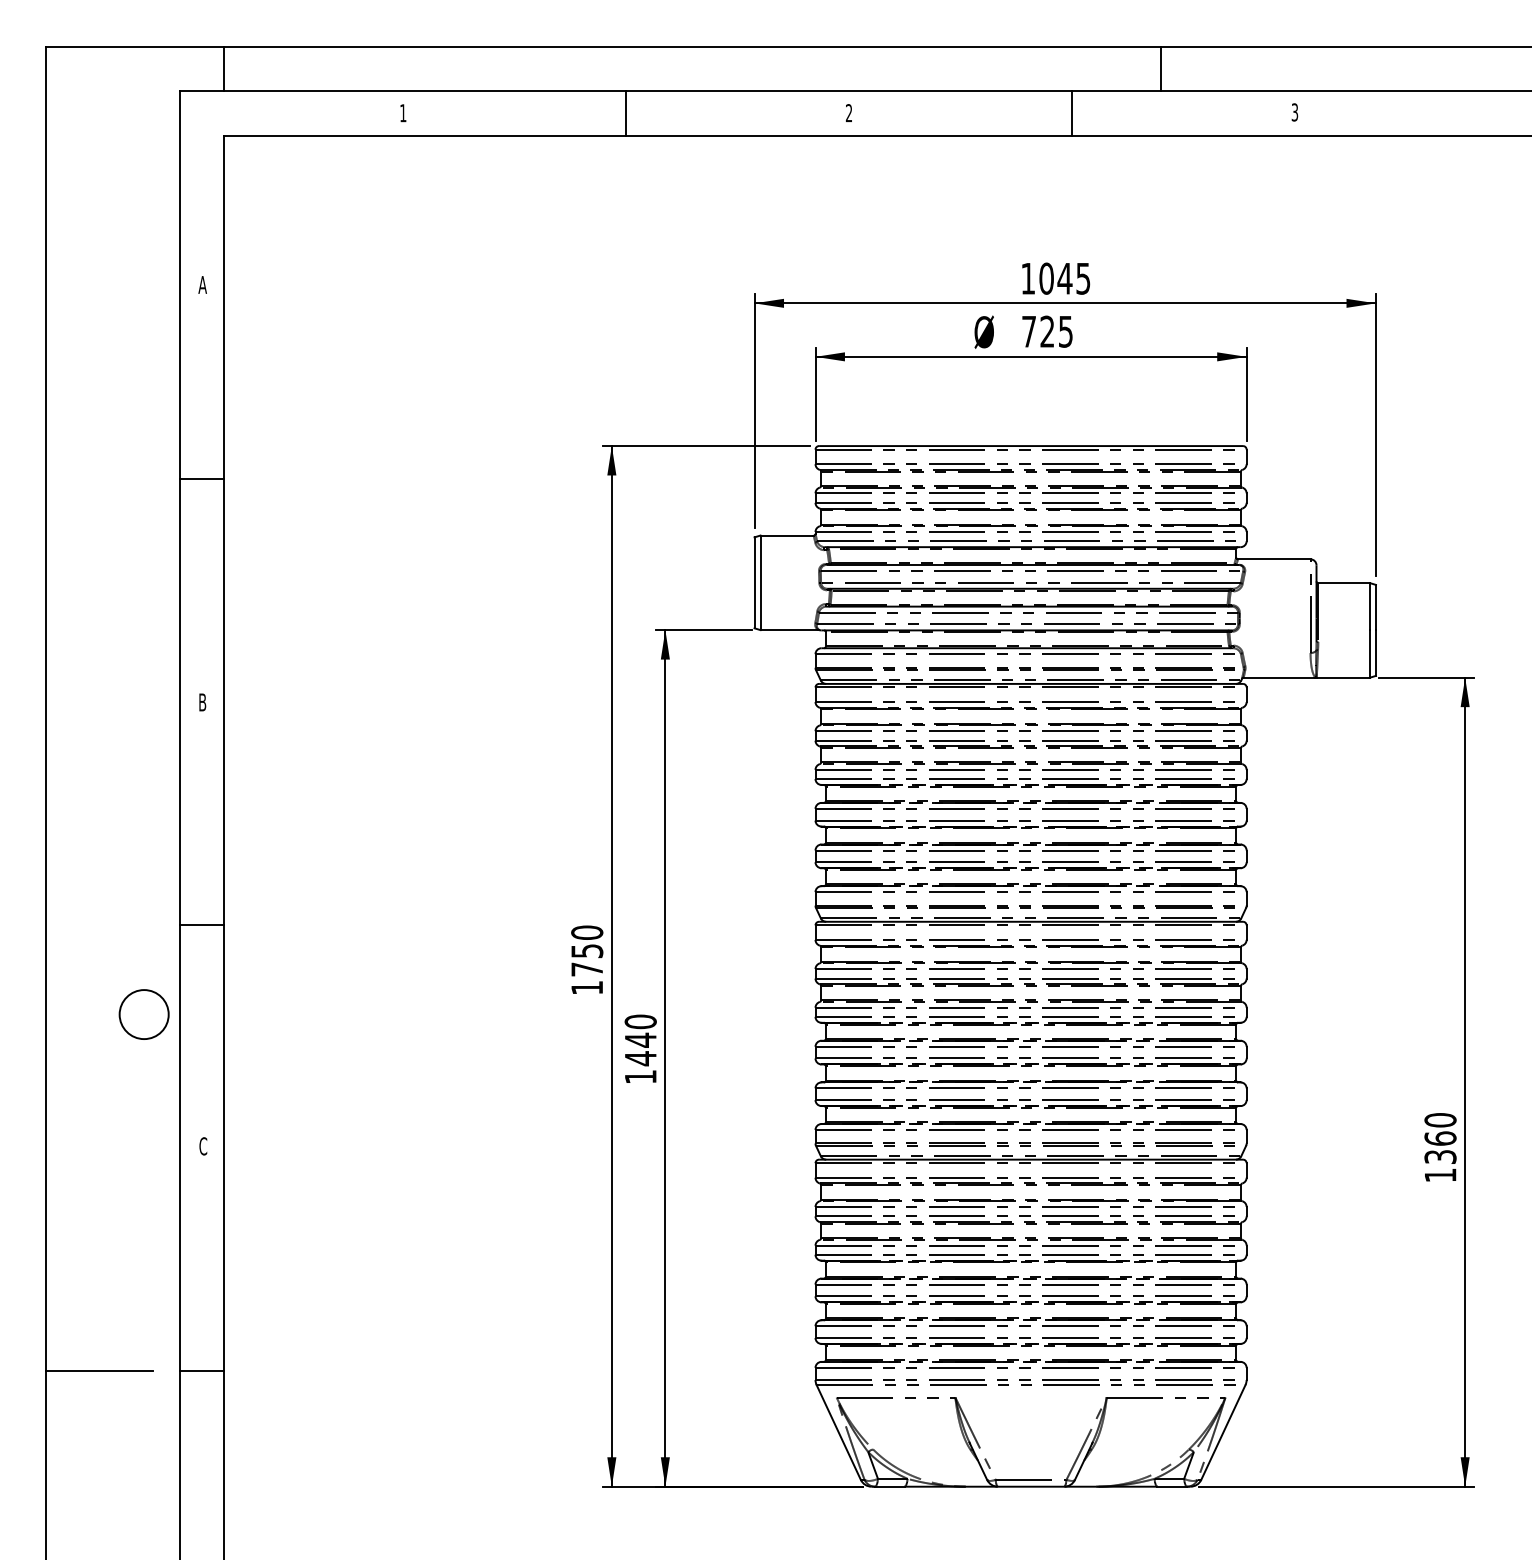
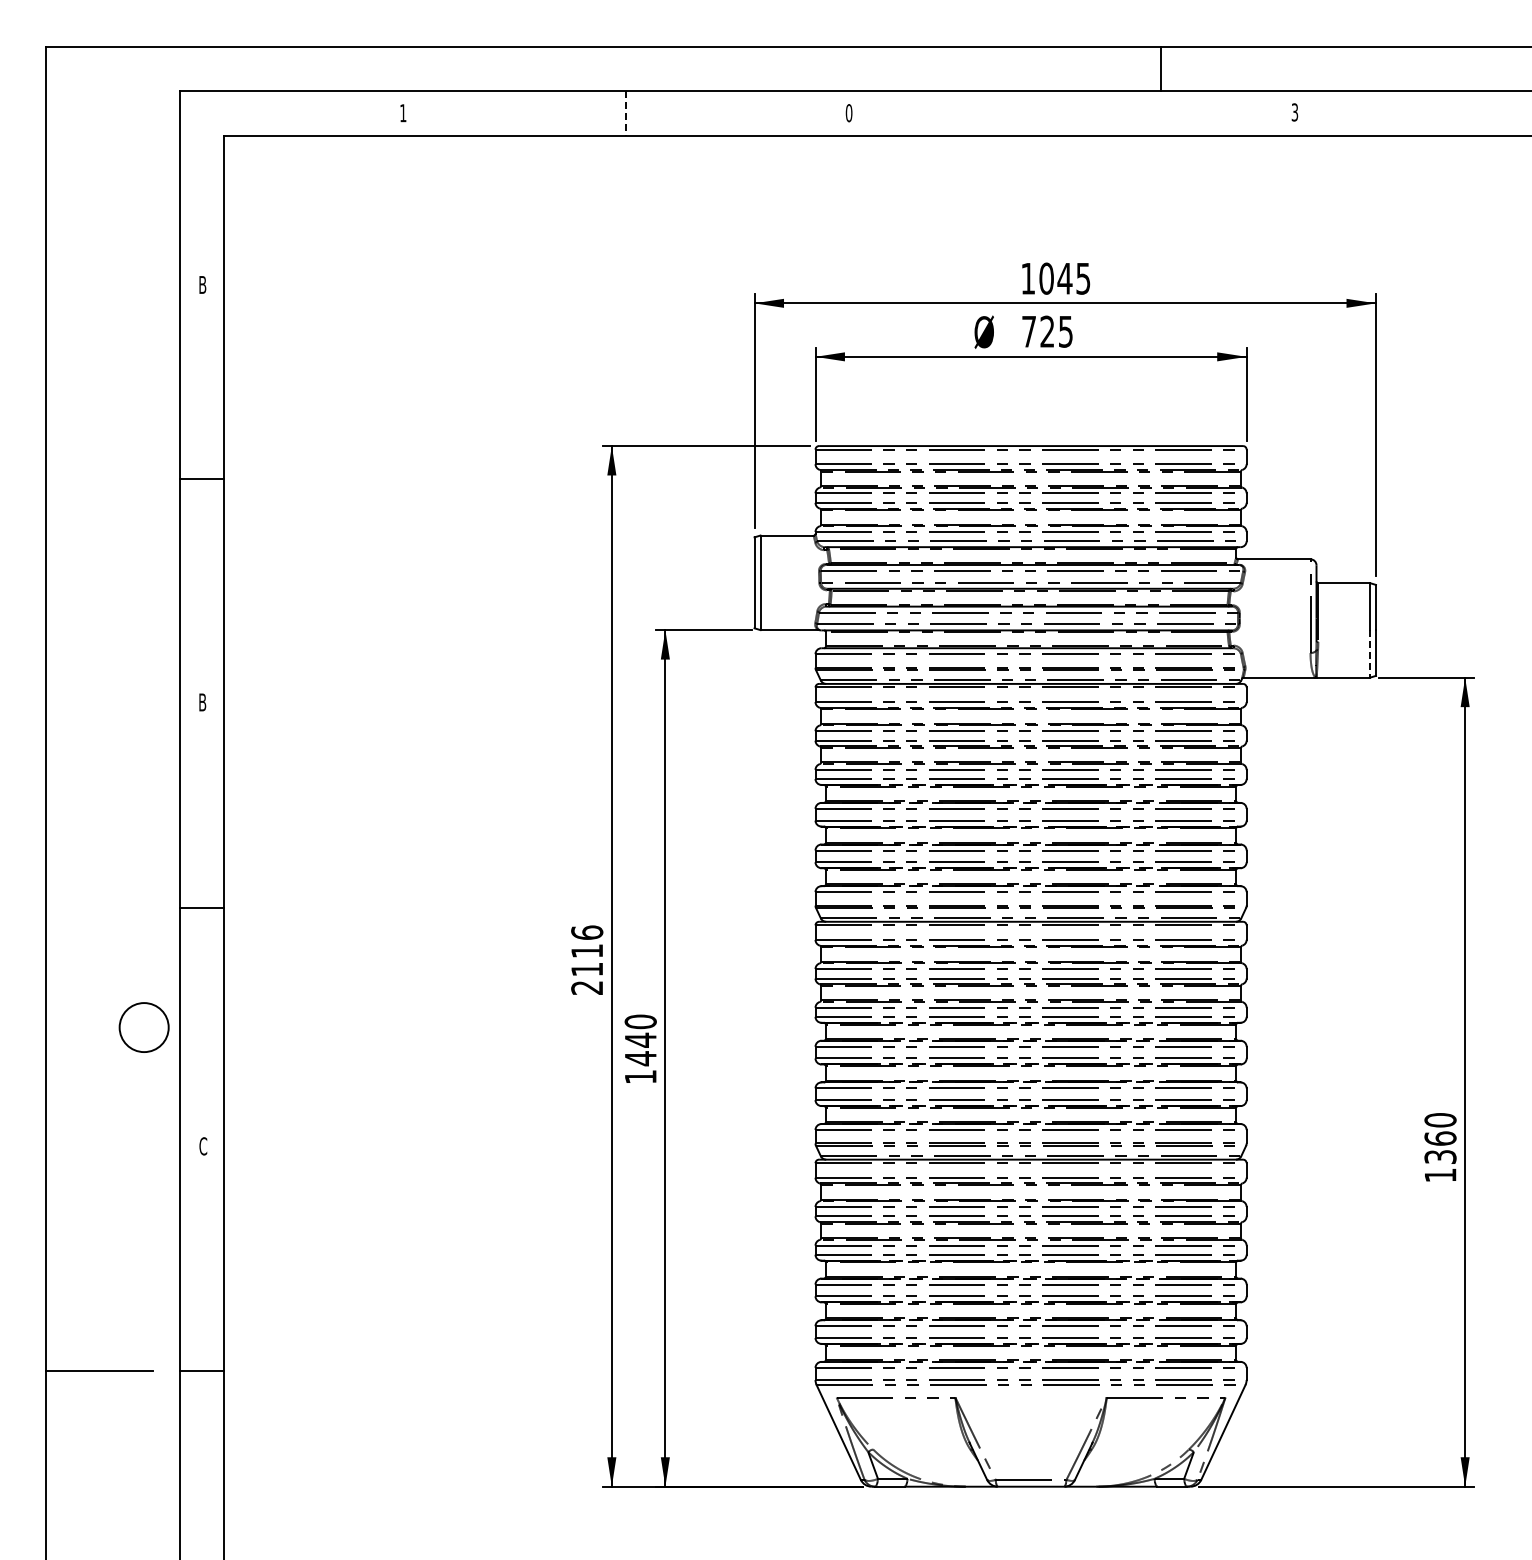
line at (224, 68): present -> none
text at (848, 113): 2 -> 0
line at (1071, 113): present -> none
line at (625, 114): solid -> dashed
text at (202, 284): A -> B
line at (1370, 654): solid -> dashed
line at (201, 925) position: (201, 925) -> (201, 908)
text at (587, 959): 1750 -> 2116
circle at (143, 1014) position: (143, 1014) -> (143, 1027)
